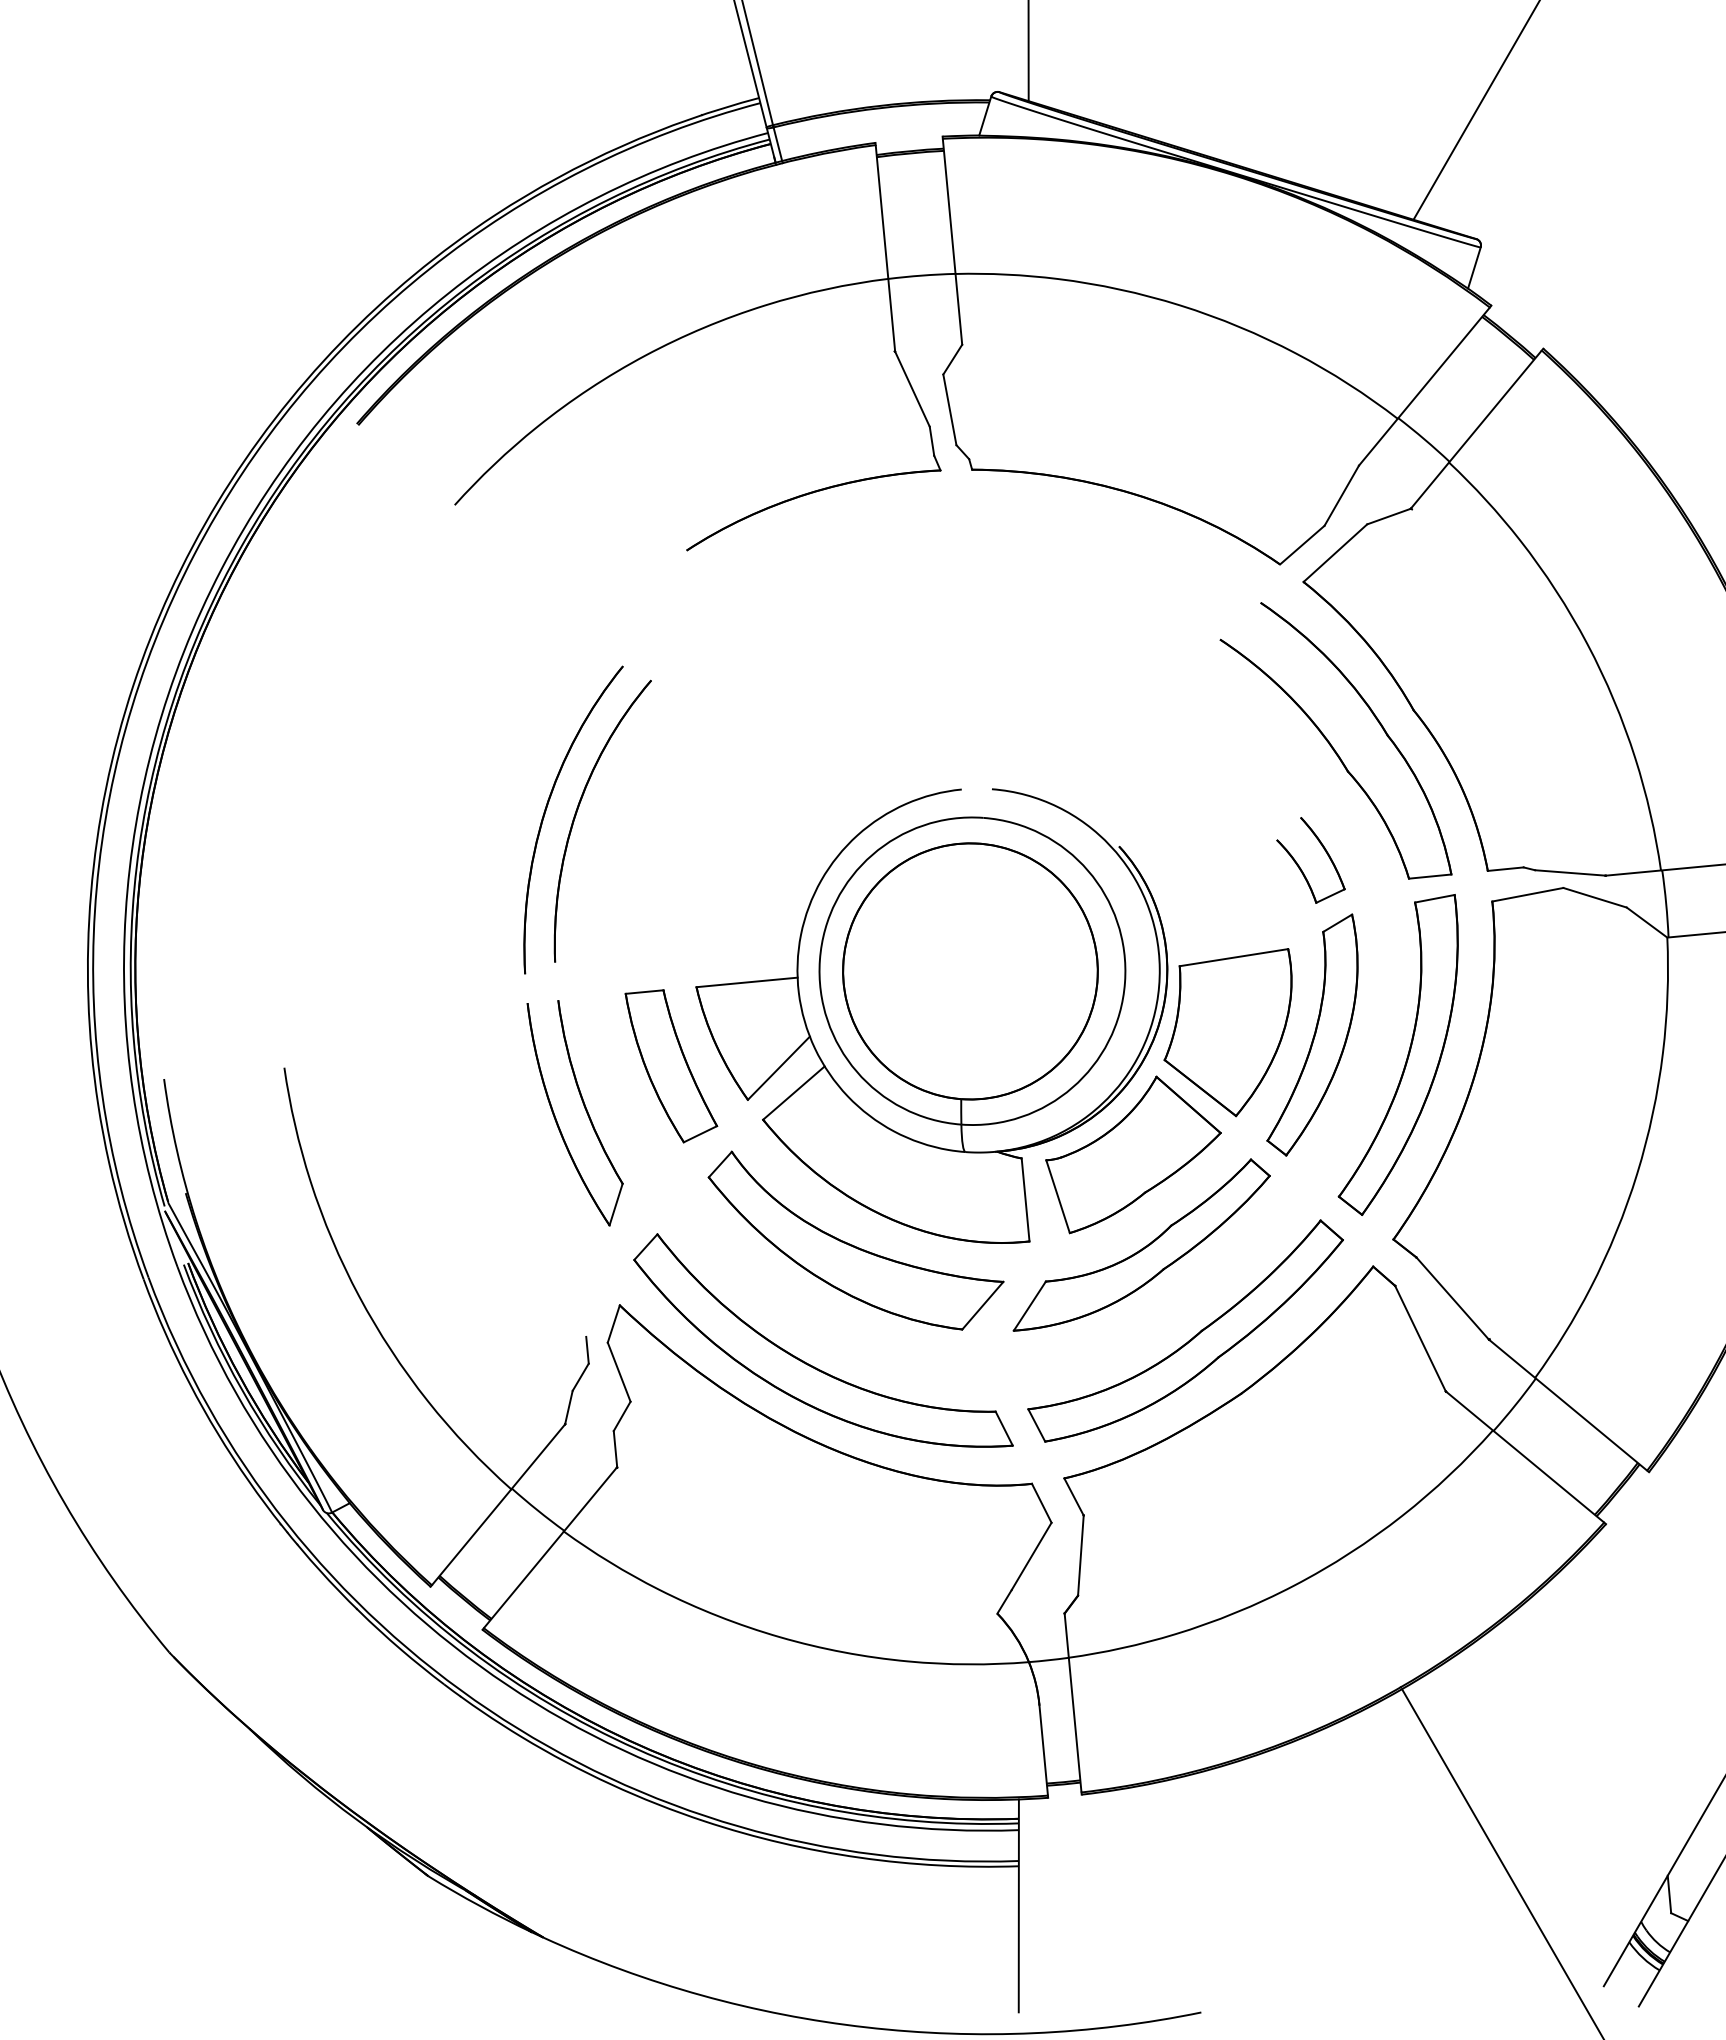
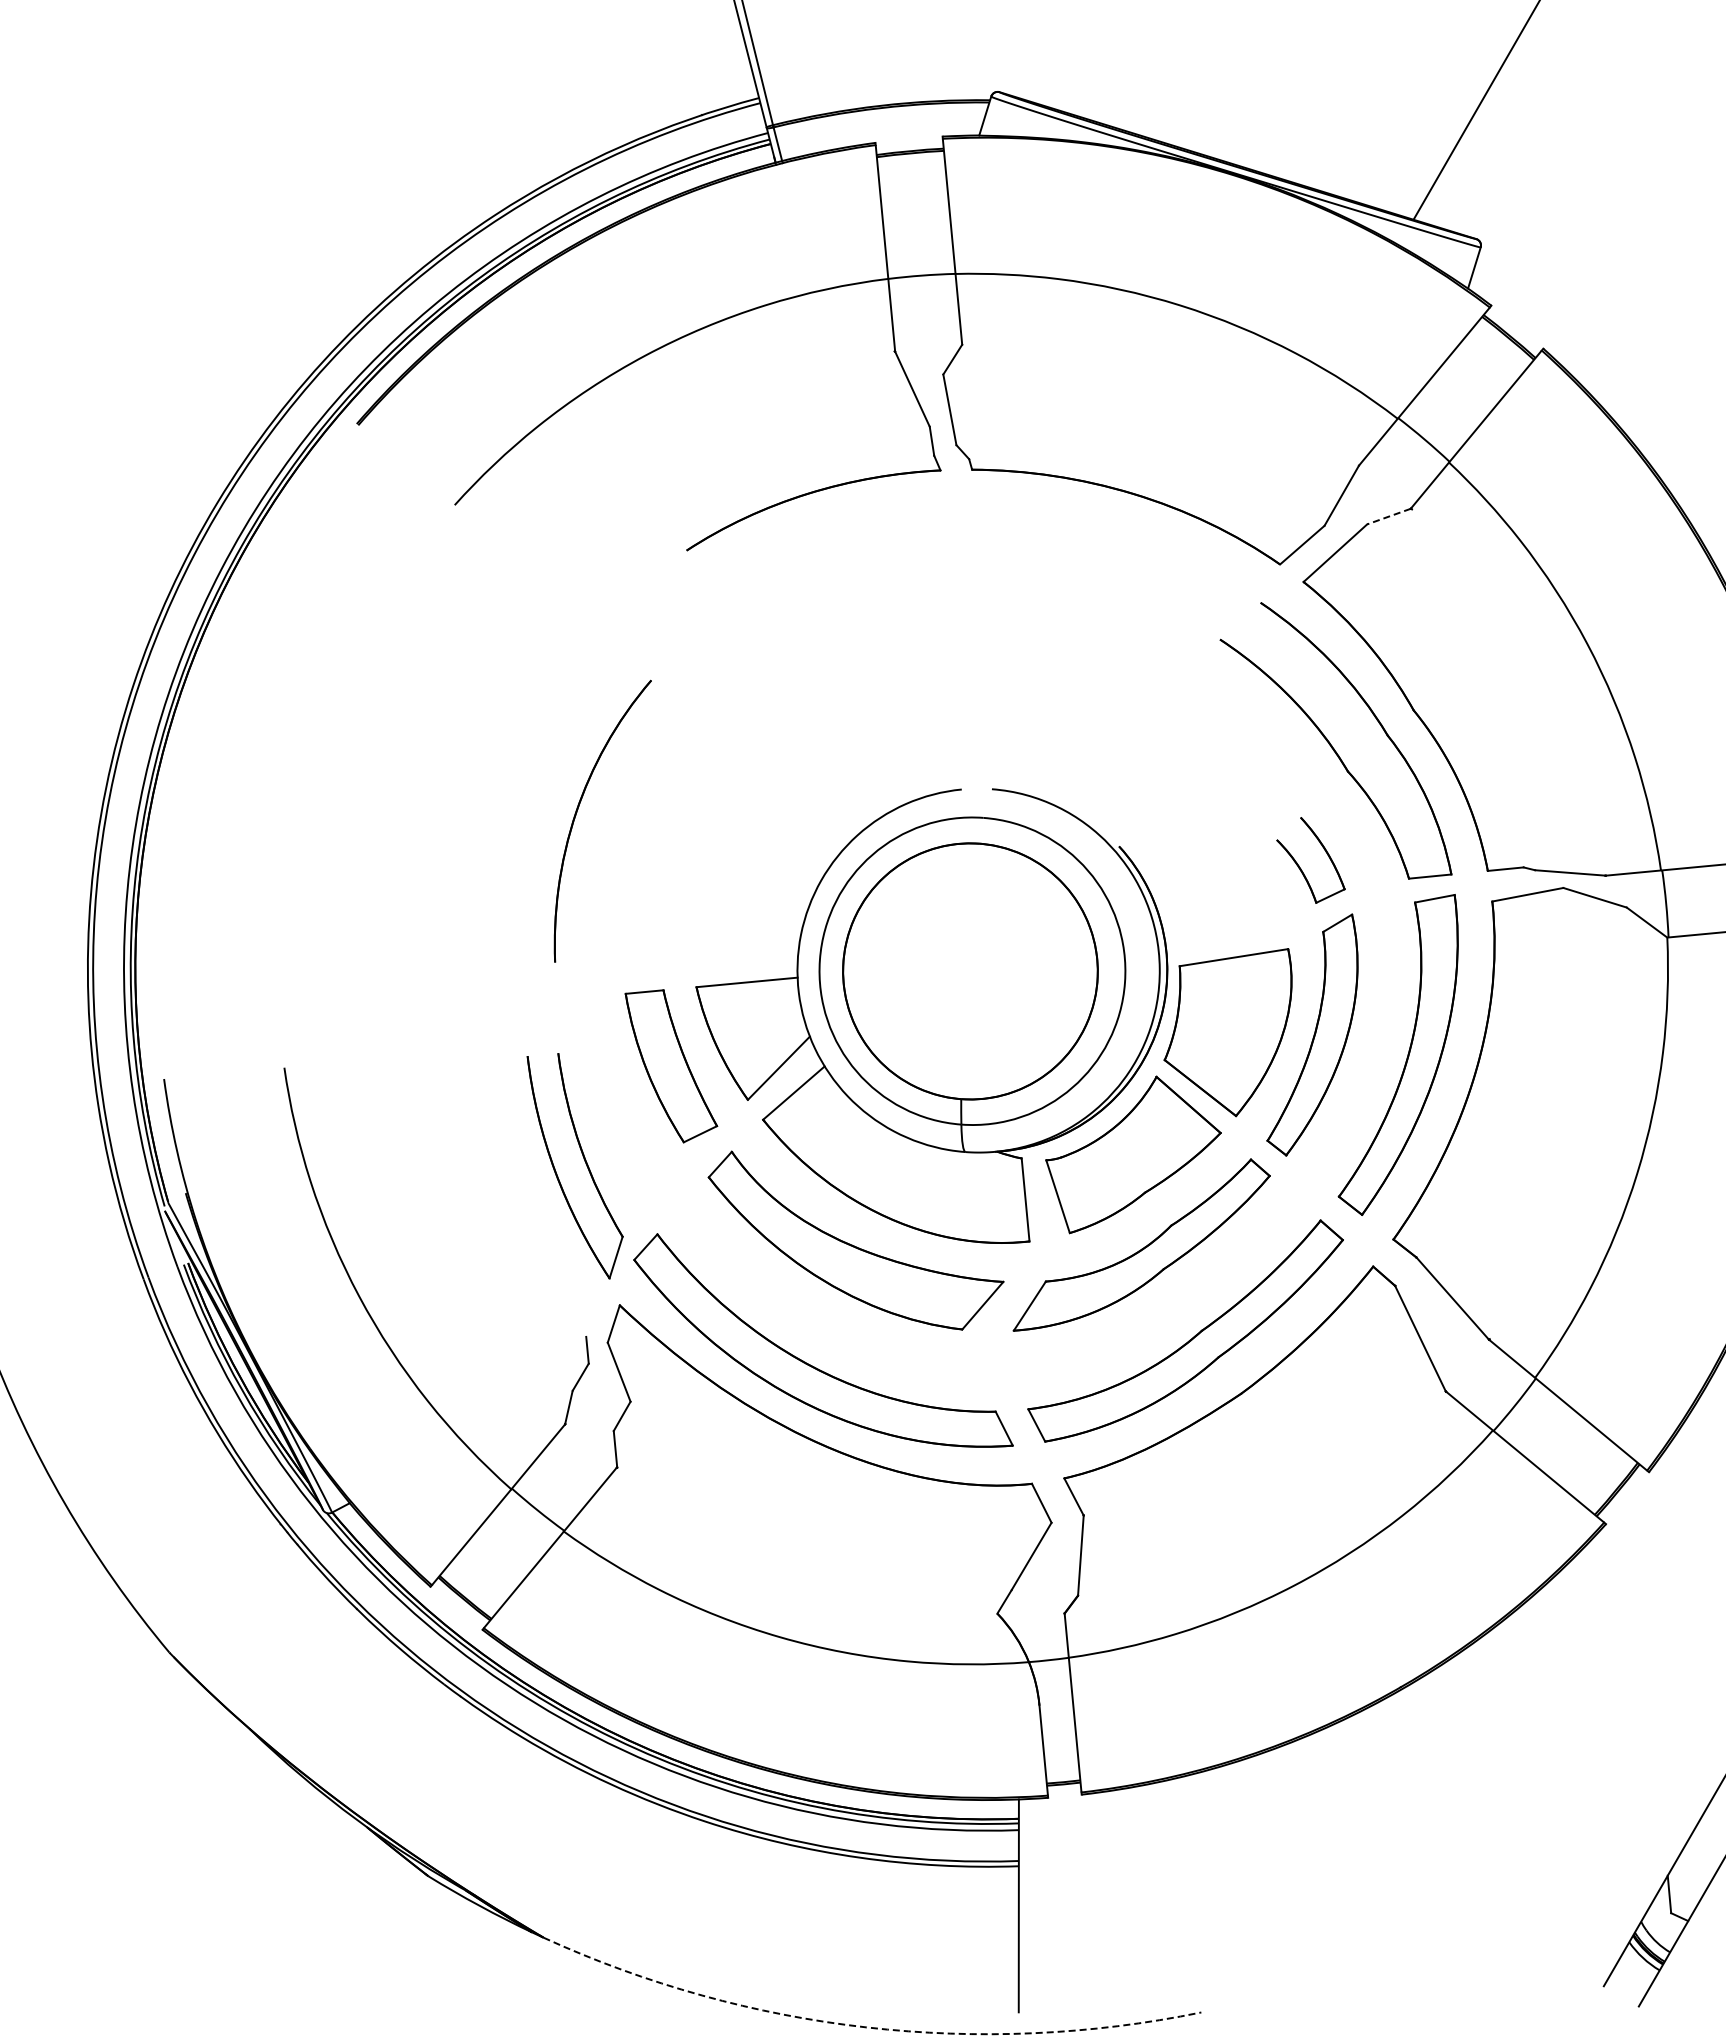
line at (1028, 51): present -> none
line at (1388, 516): solid -> dashed
part at (546, 811): present -> none
part at (584, 1108) position: (584, 1108) -> (584, 1161)
line at (1502, 1862): present -> none
arc at (866, 2027): solid -> dashed
